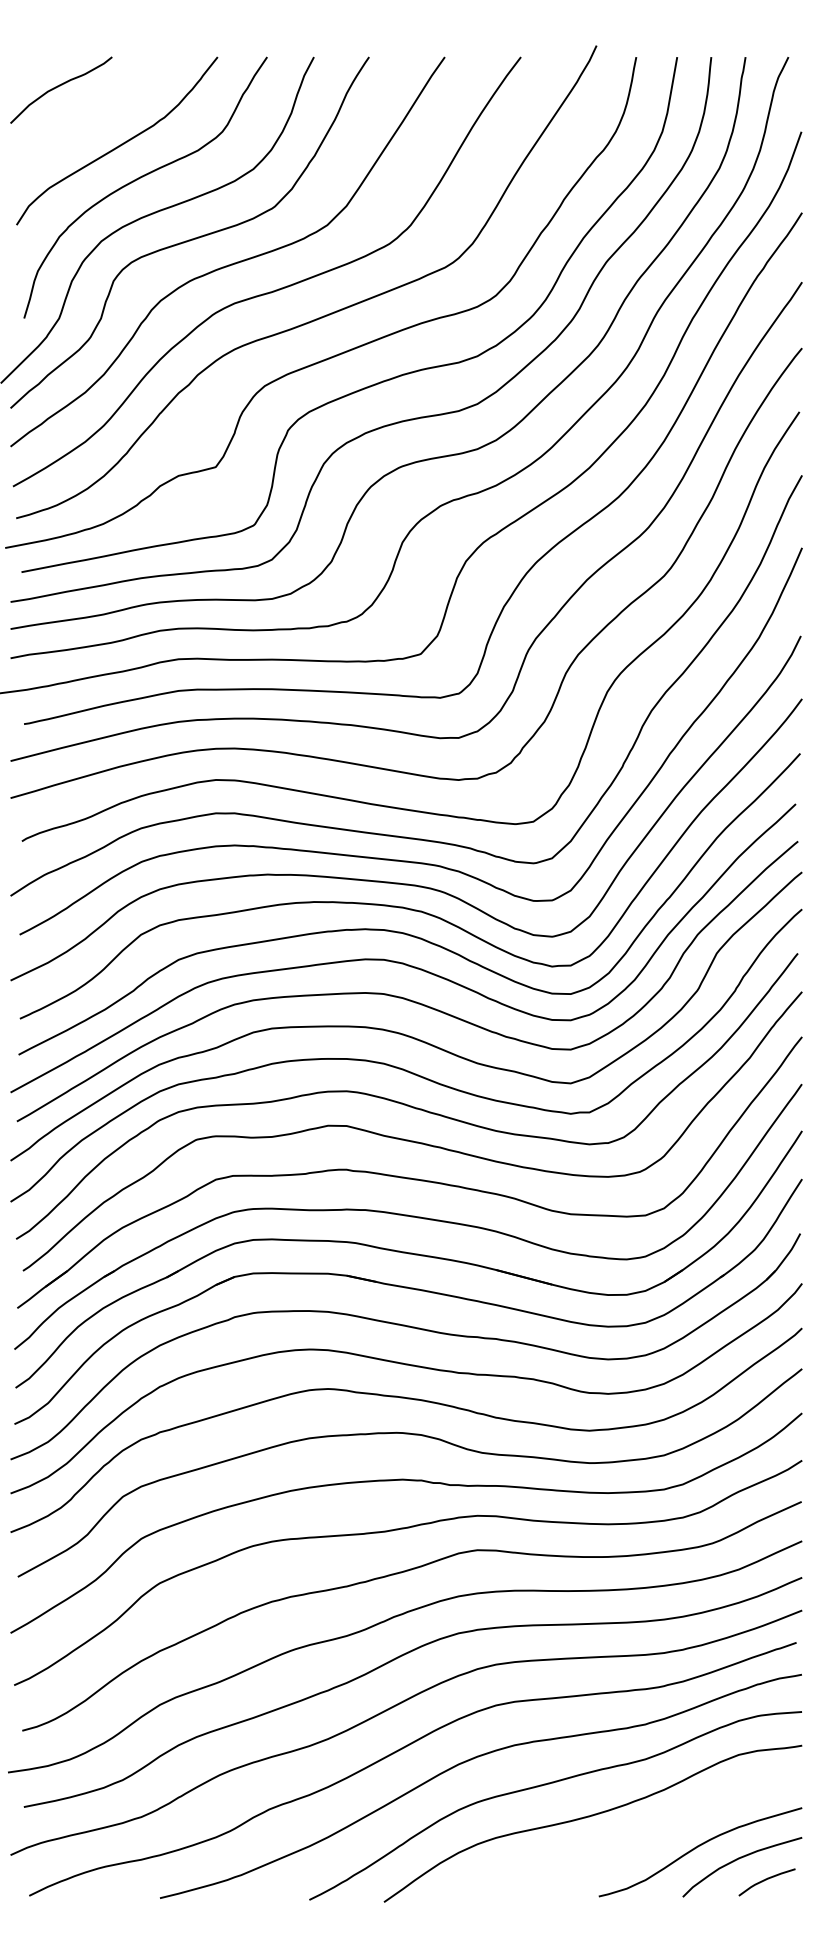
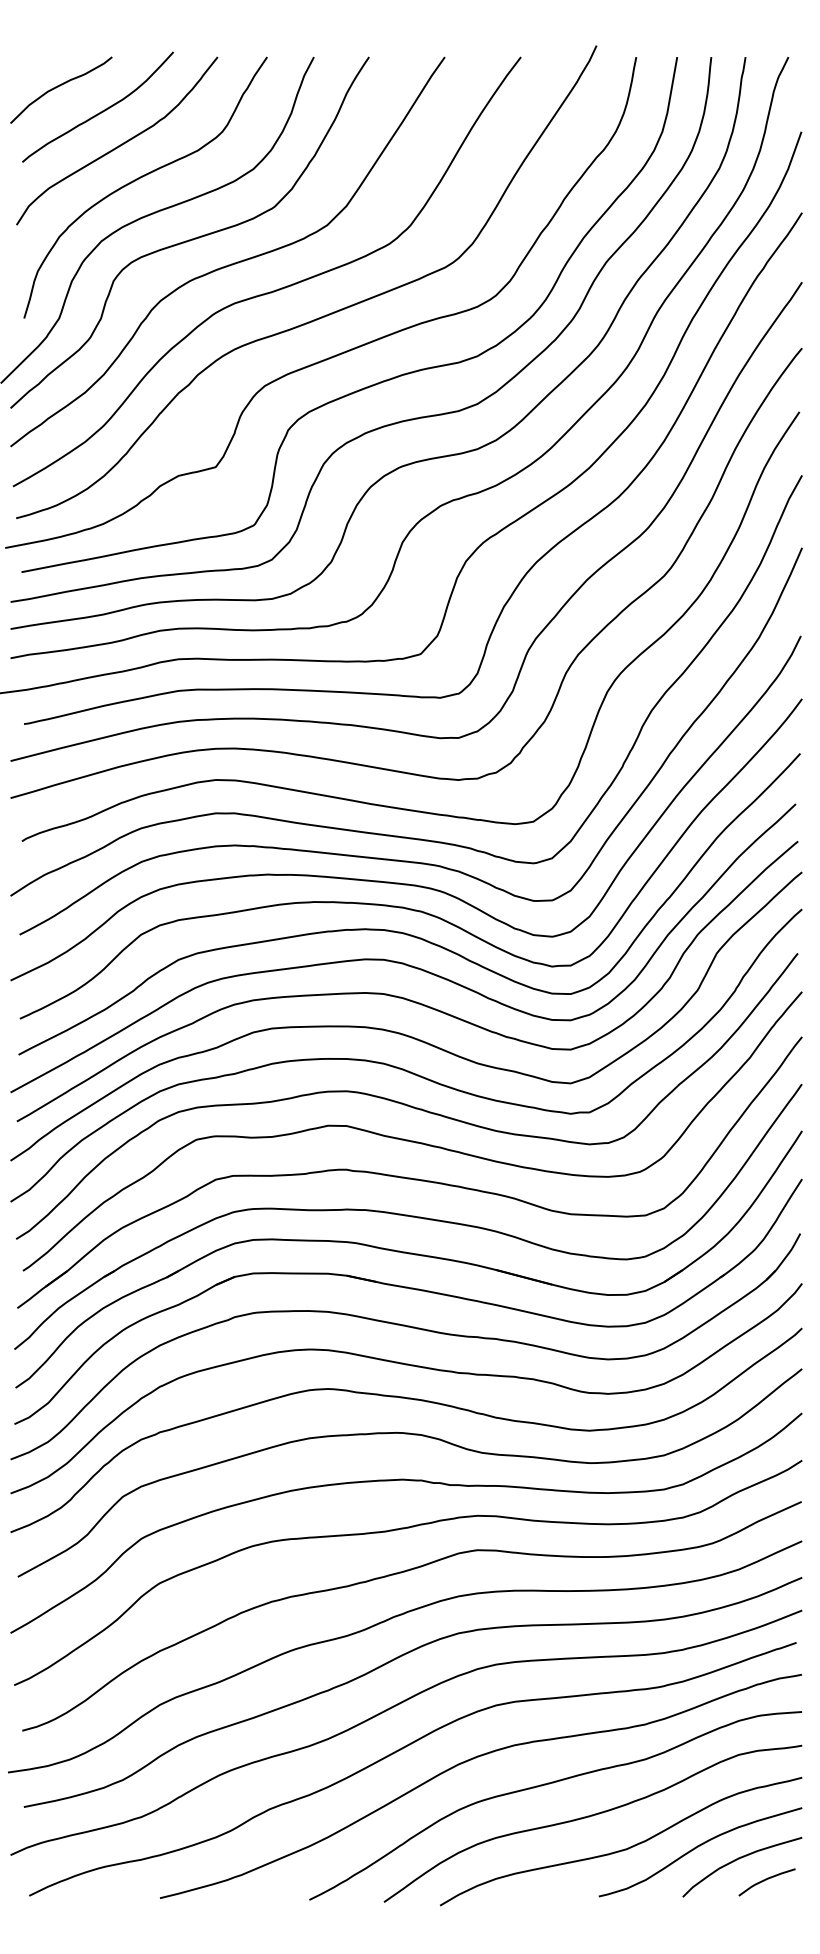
curve at (100, 111): none -> present
curve at (624, 1848): none -> present
